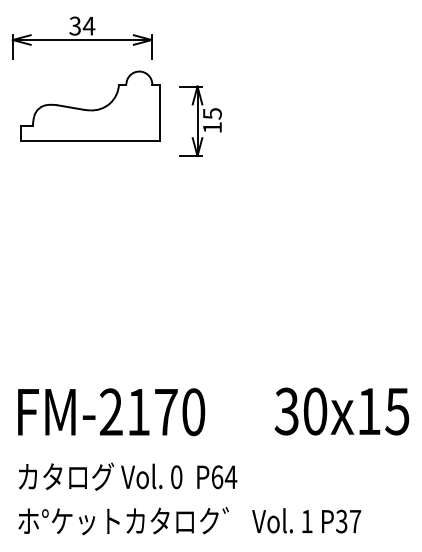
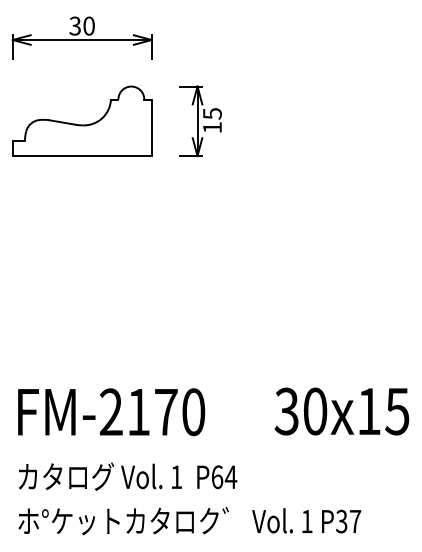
text at (88, 25): 34 -> 30
part at (90, 105) position: (90, 105) -> (82, 120)
text at (176, 477): 0 -> 1
